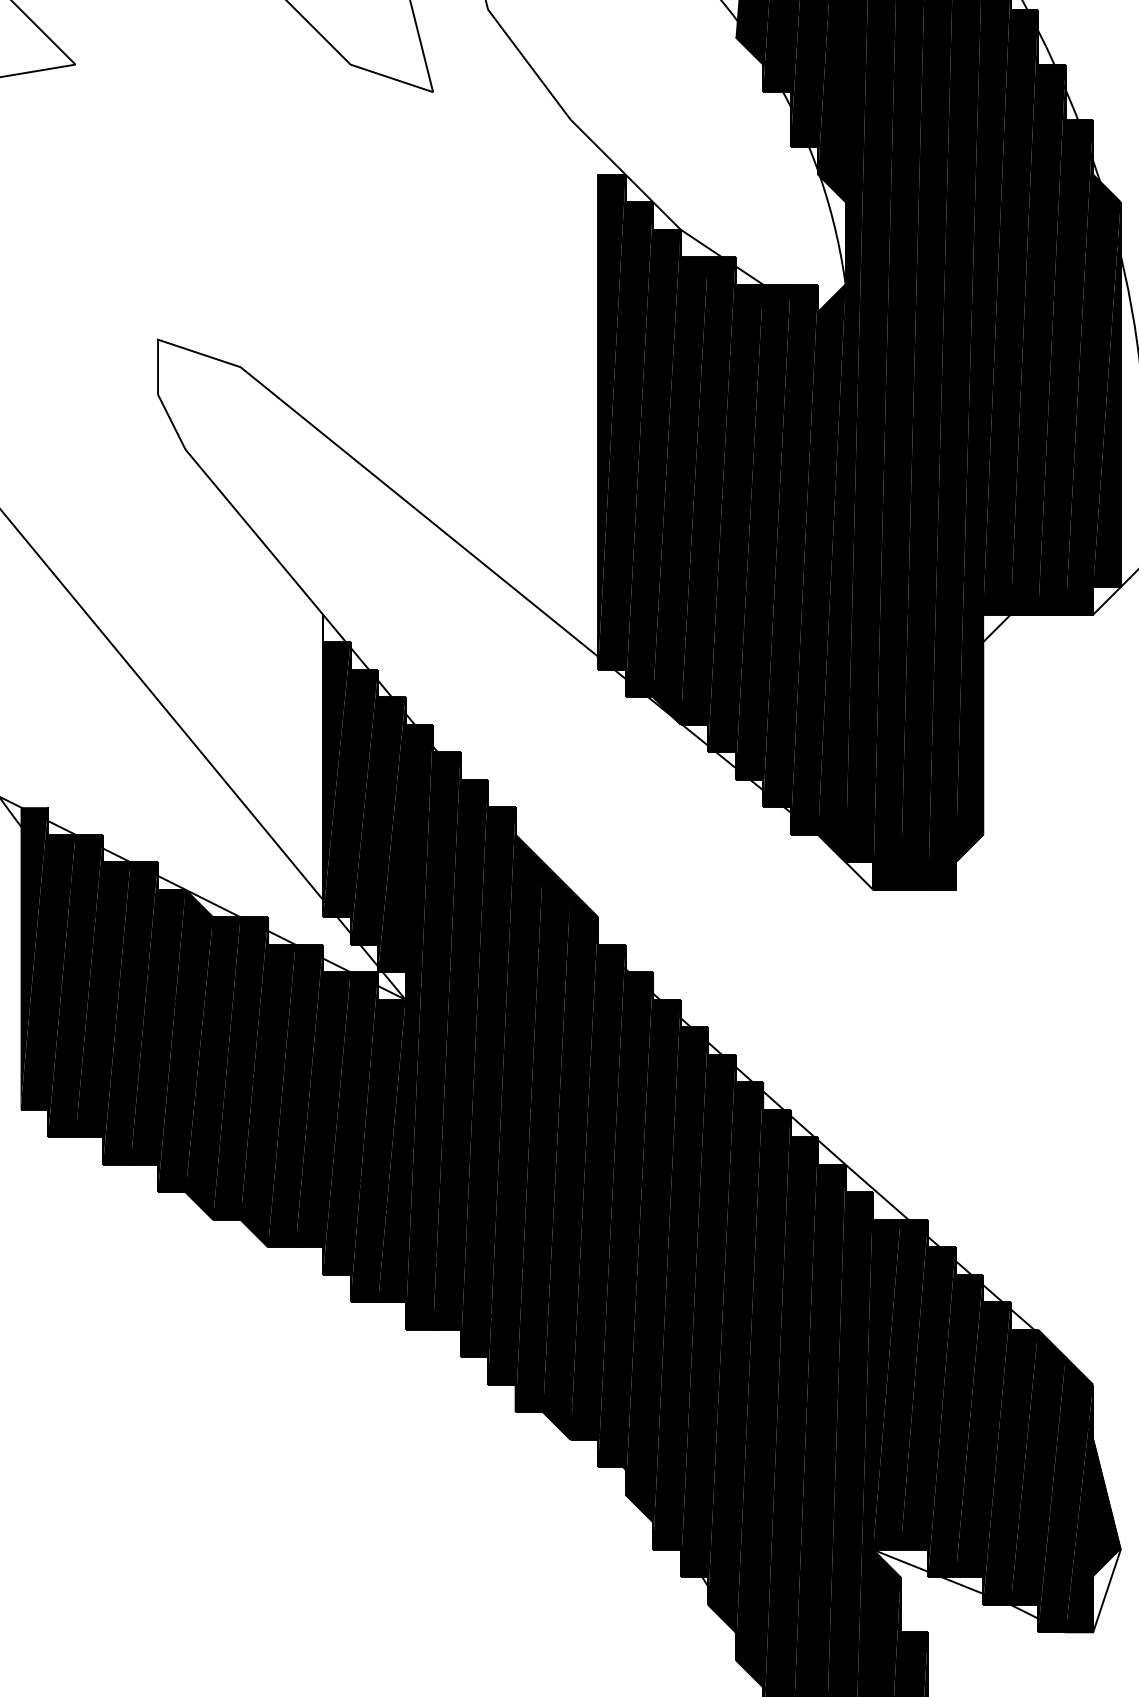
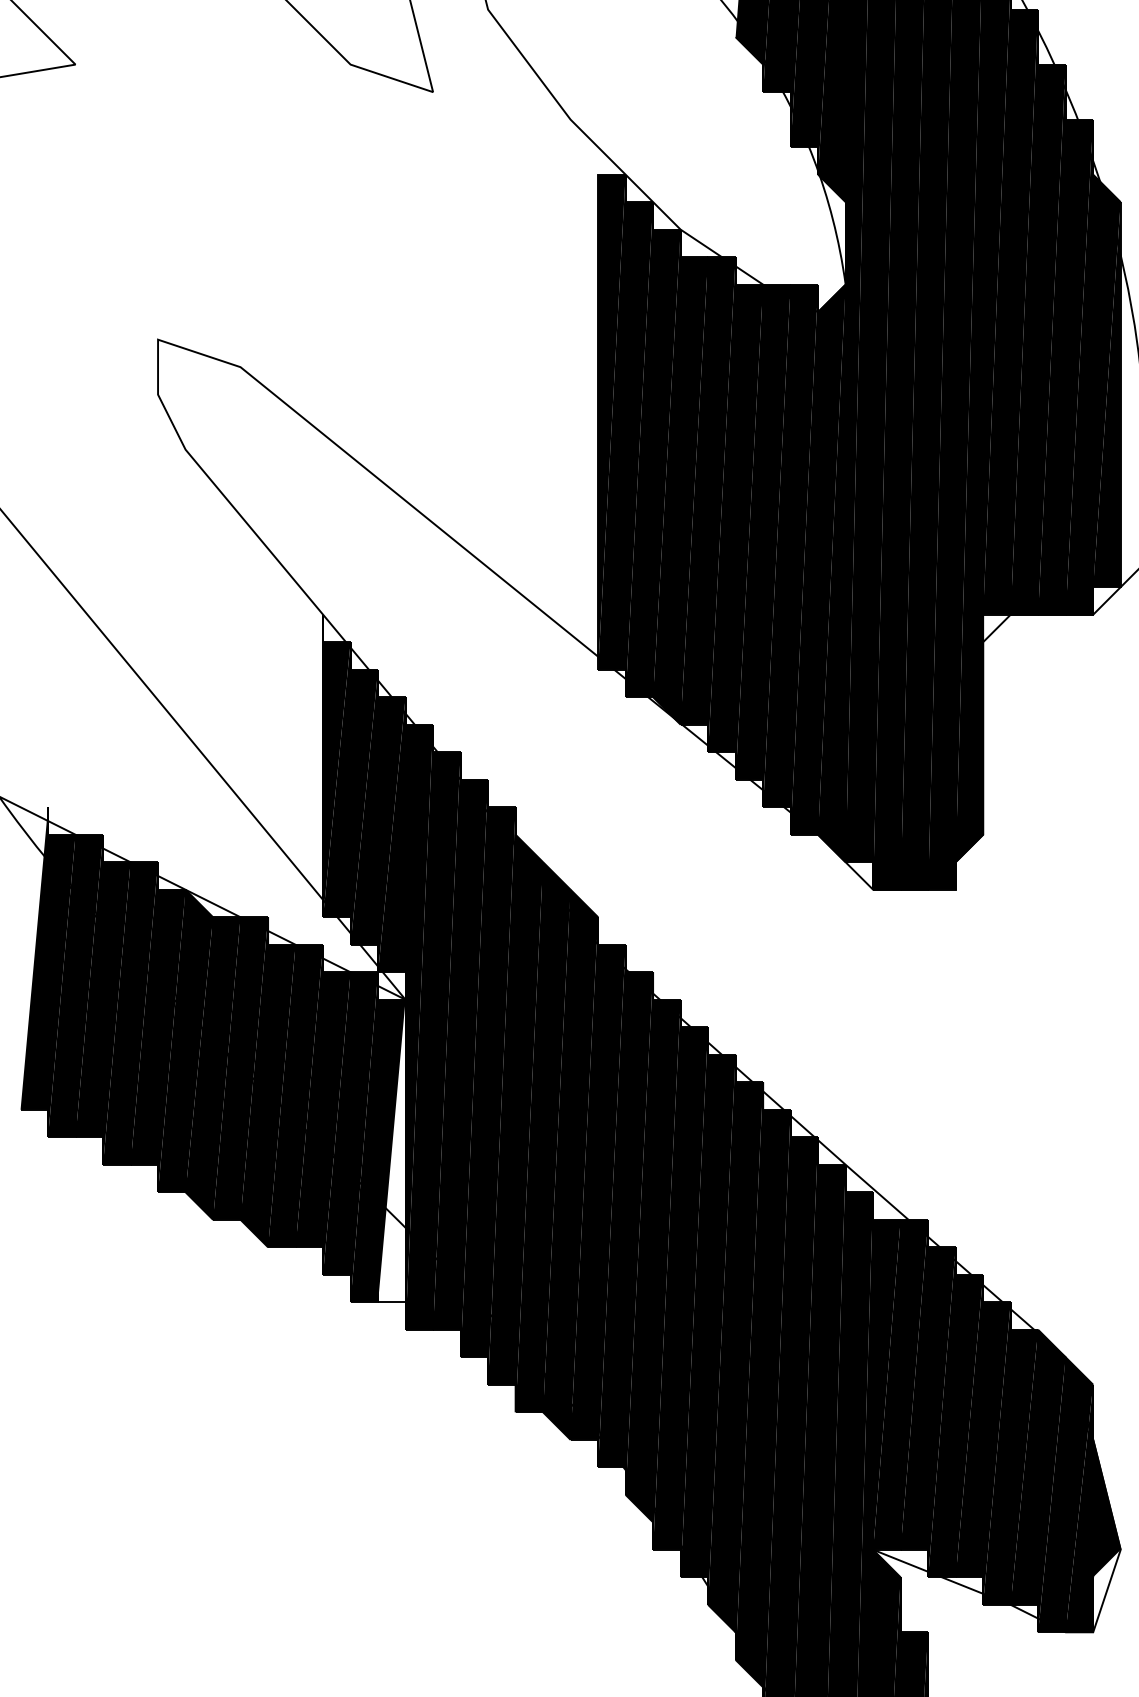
fill at (34, 958): present -> none
fill at (391, 1150): present -> none
